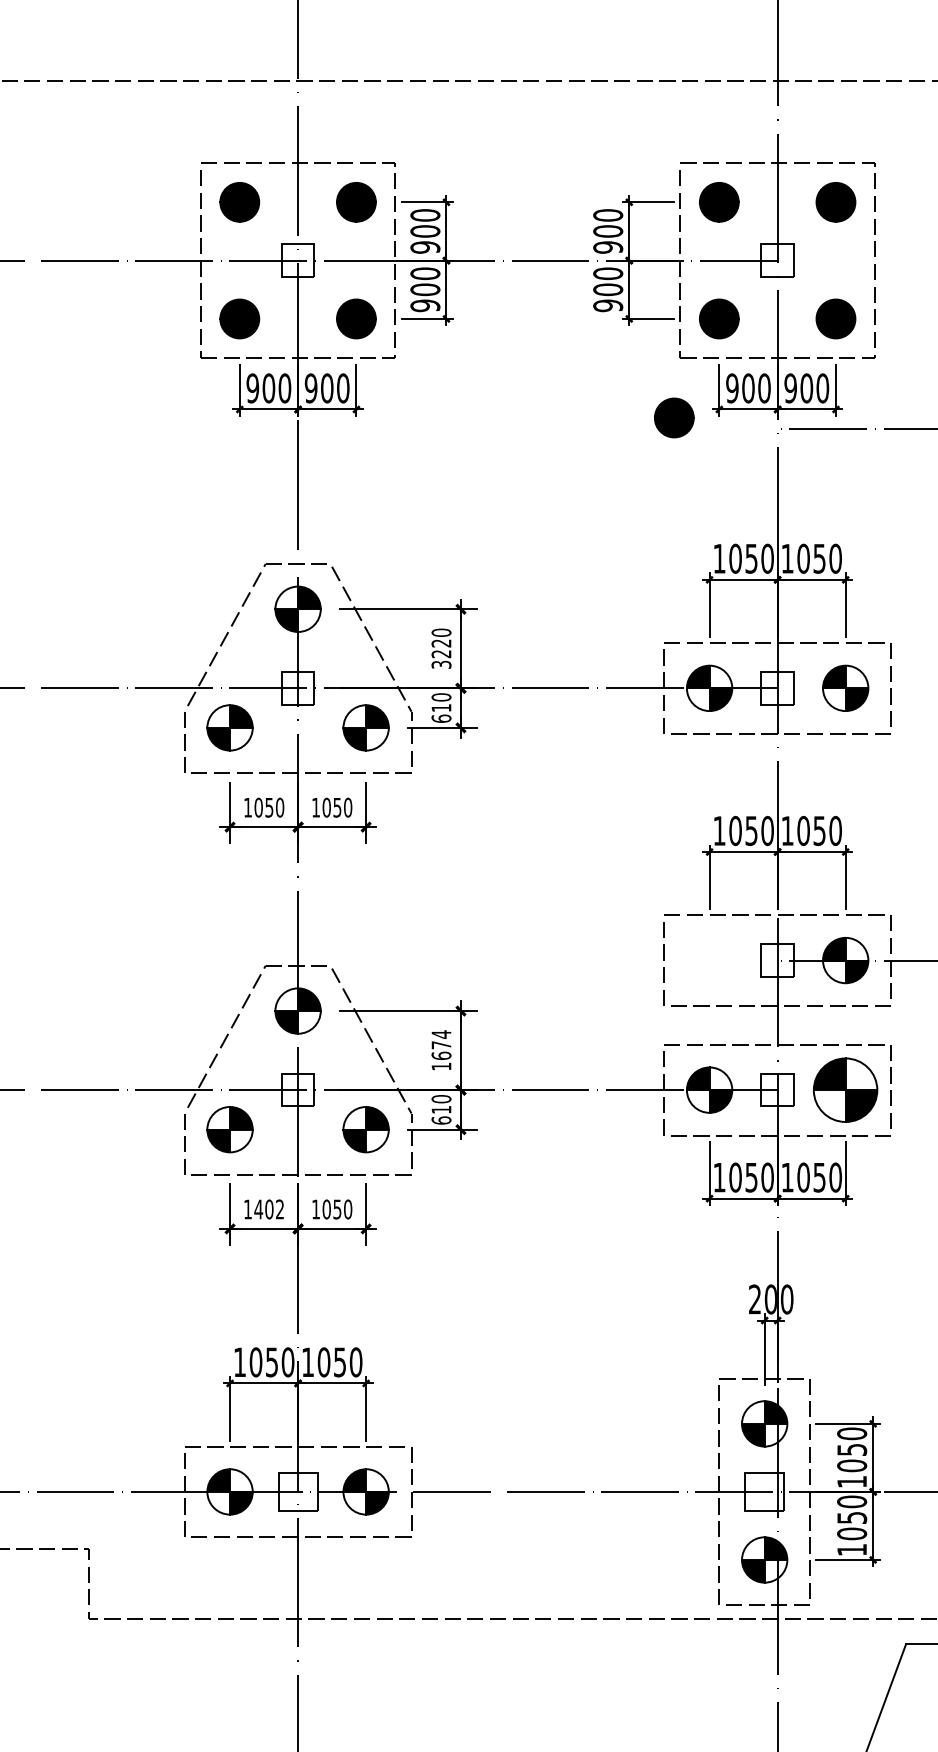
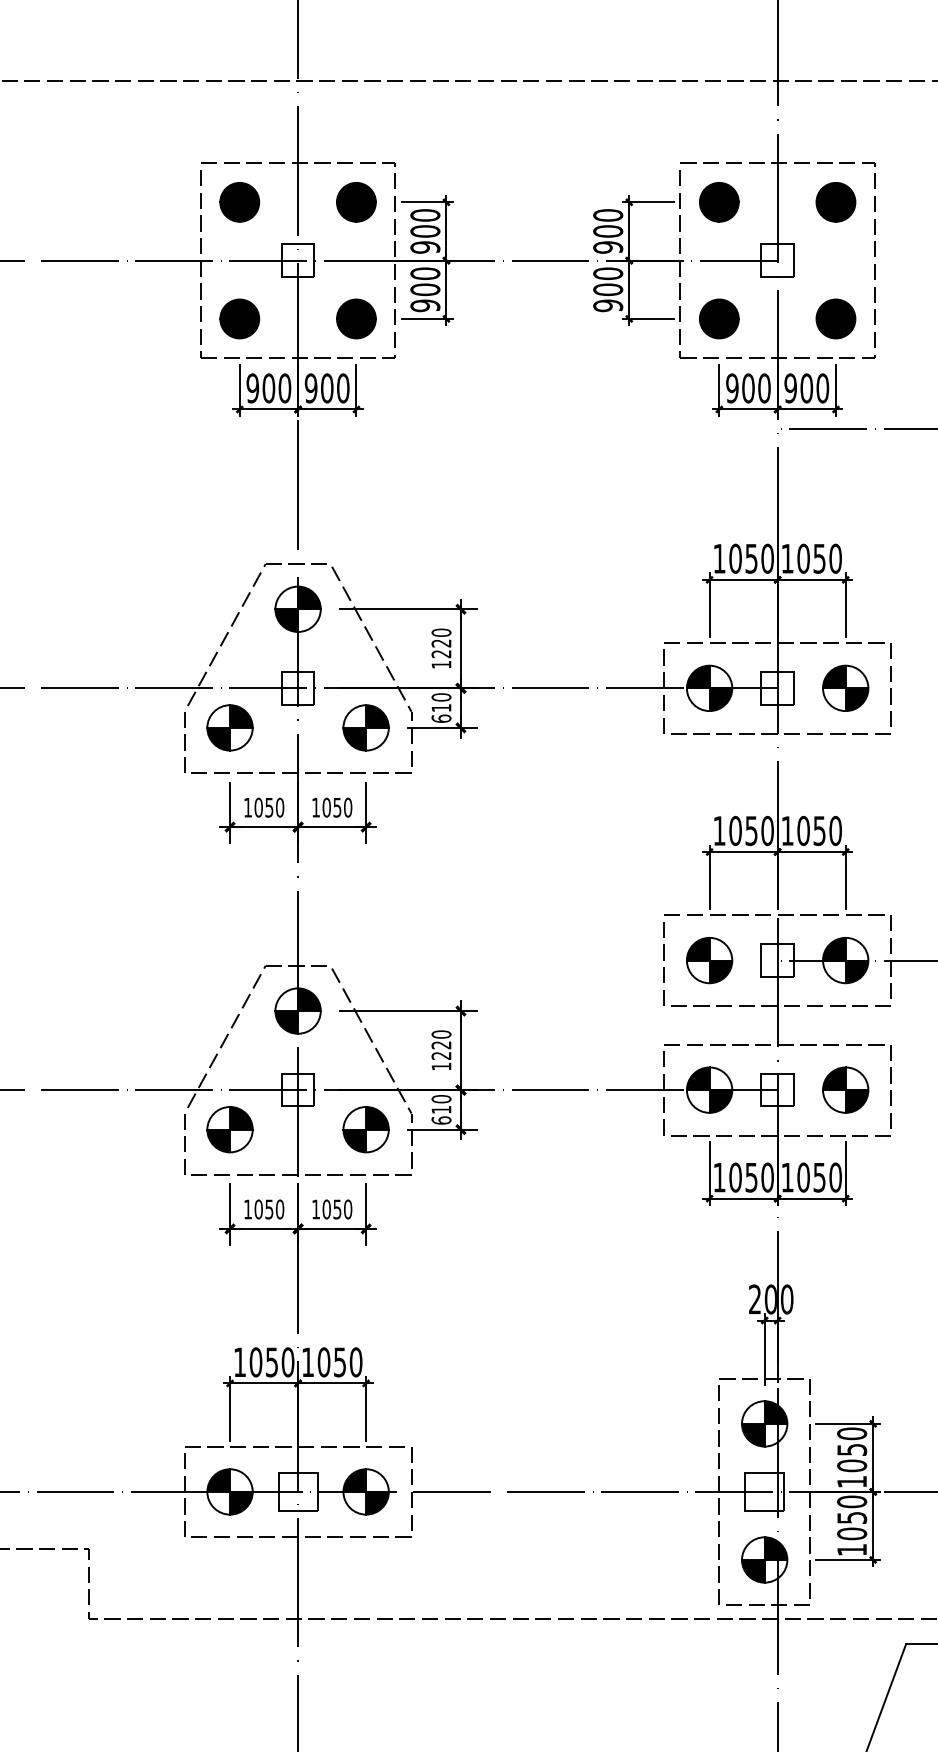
part at (674, 417): present -> none
text at (441, 664): 3220 -> 1220
part at (709, 960): none -> present
text at (441, 1044): 1674 -> 1220
part at (845, 1089) size: 66x66 px -> 48x48 px
text at (269, 1209): 1402 -> 1050
